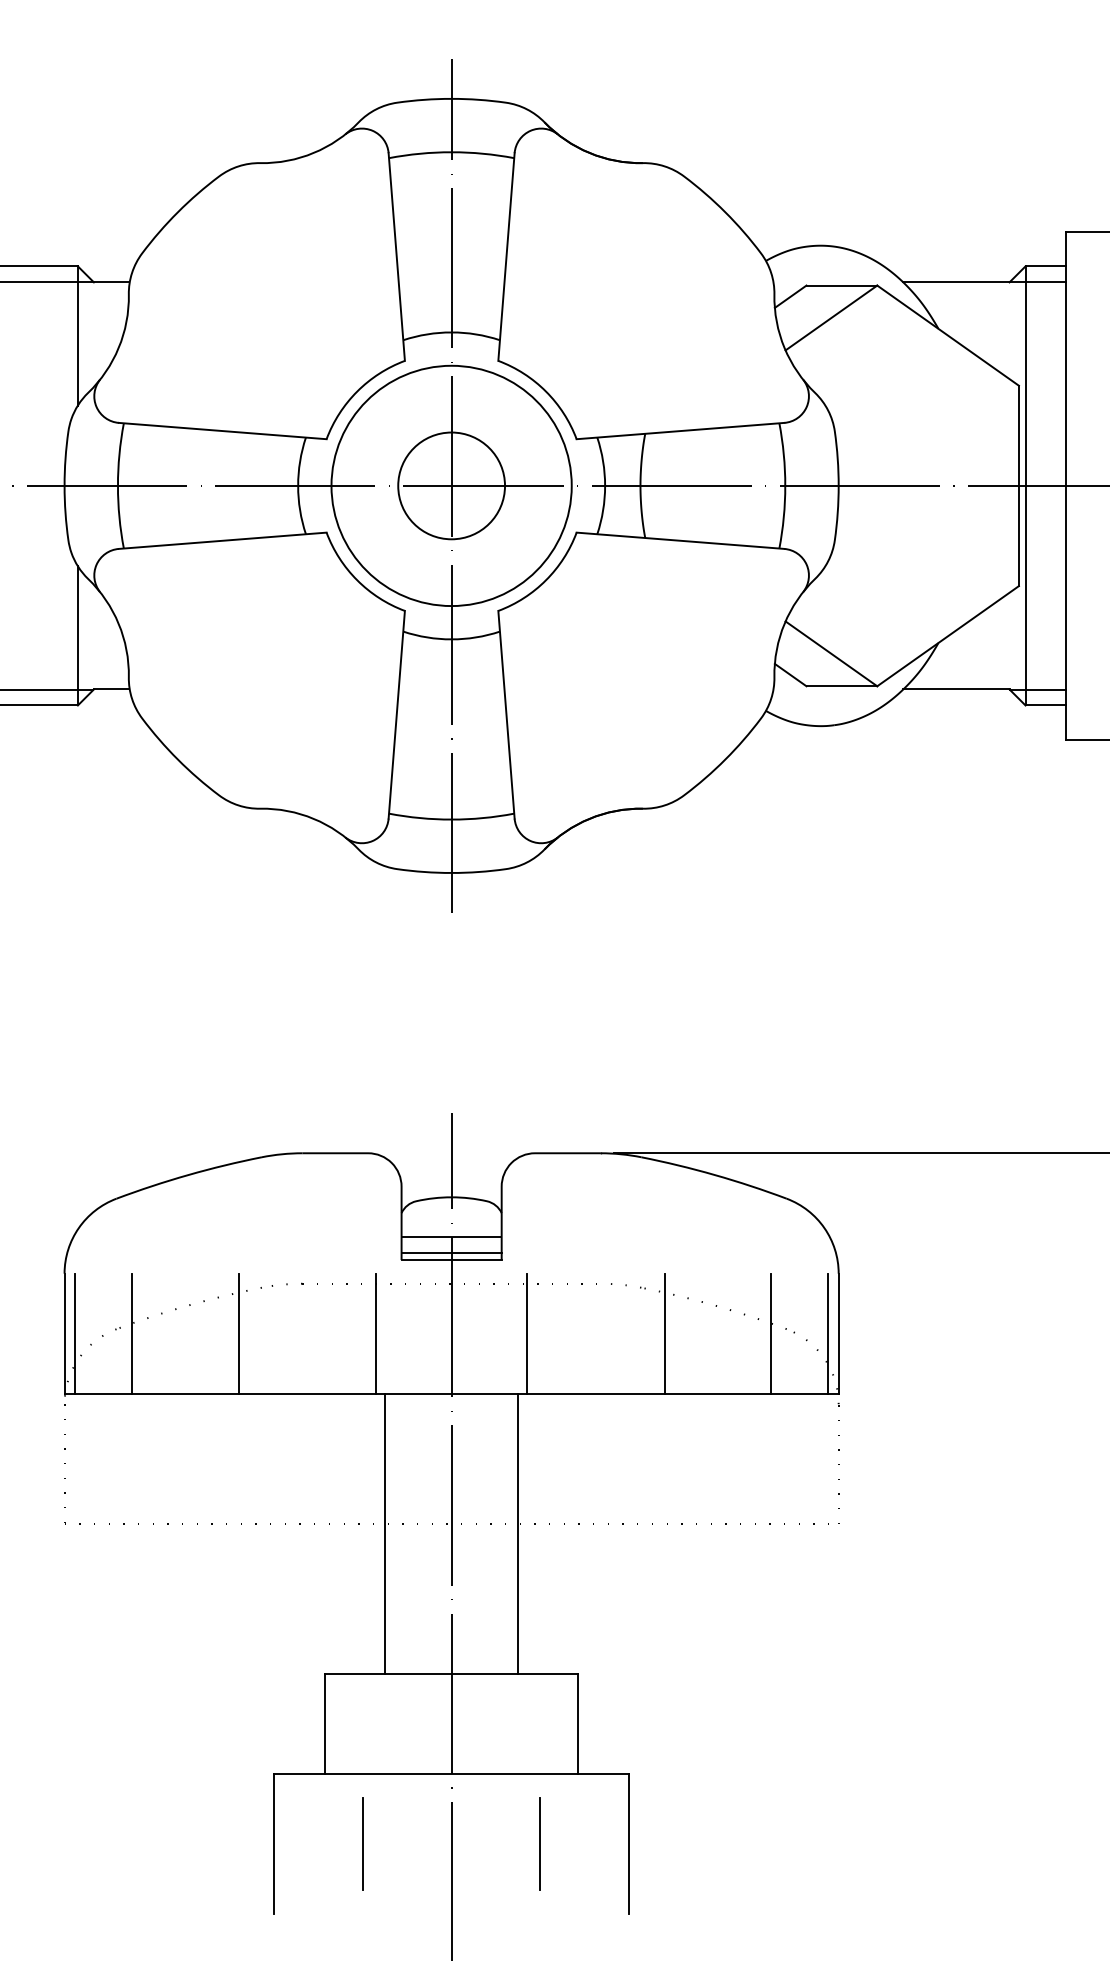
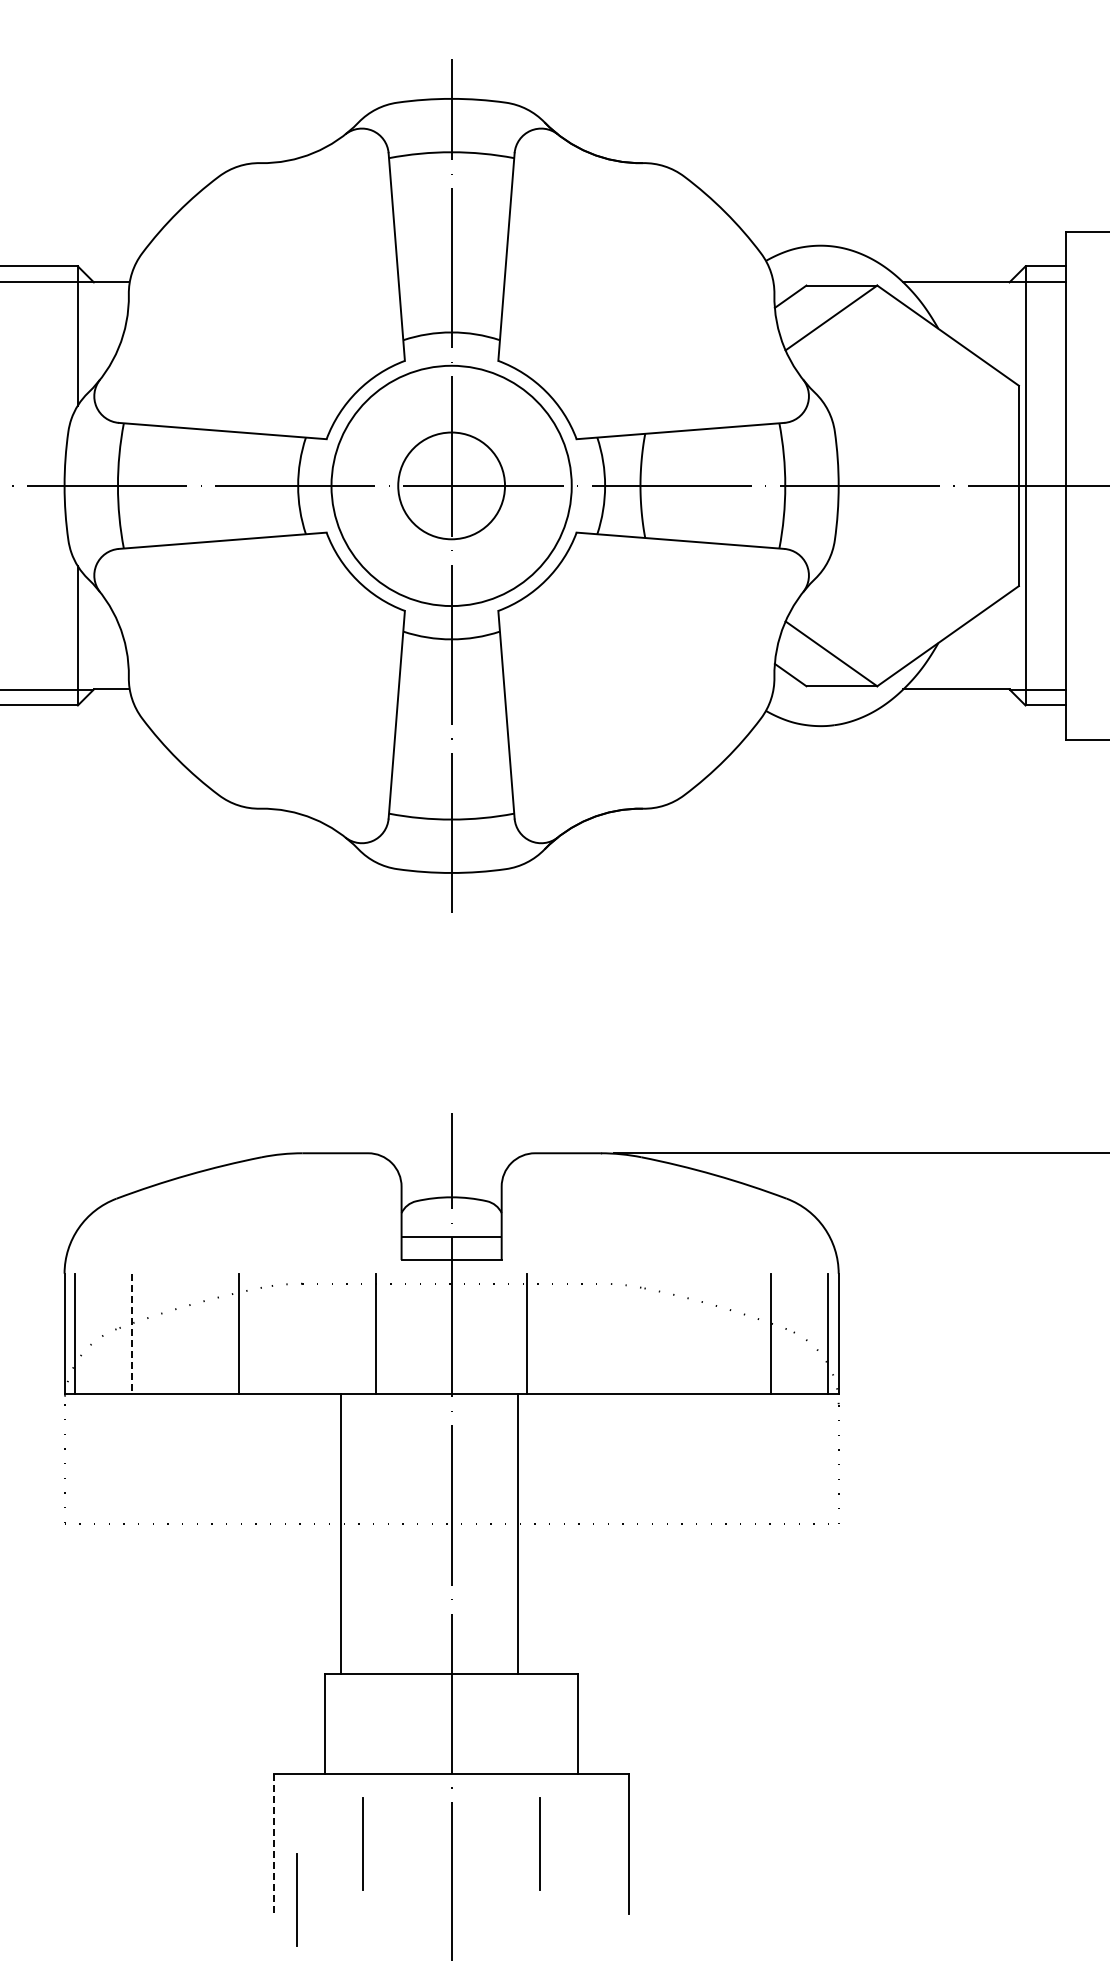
line at (451, 1253): present -> none
line at (132, 1333): solid -> dashed
line at (664, 1333): present -> none
line at (384, 1533) position: (384, 1533) -> (340, 1533)
line at (274, 1844): solid -> dashed
line at (296, 1899): none -> present
